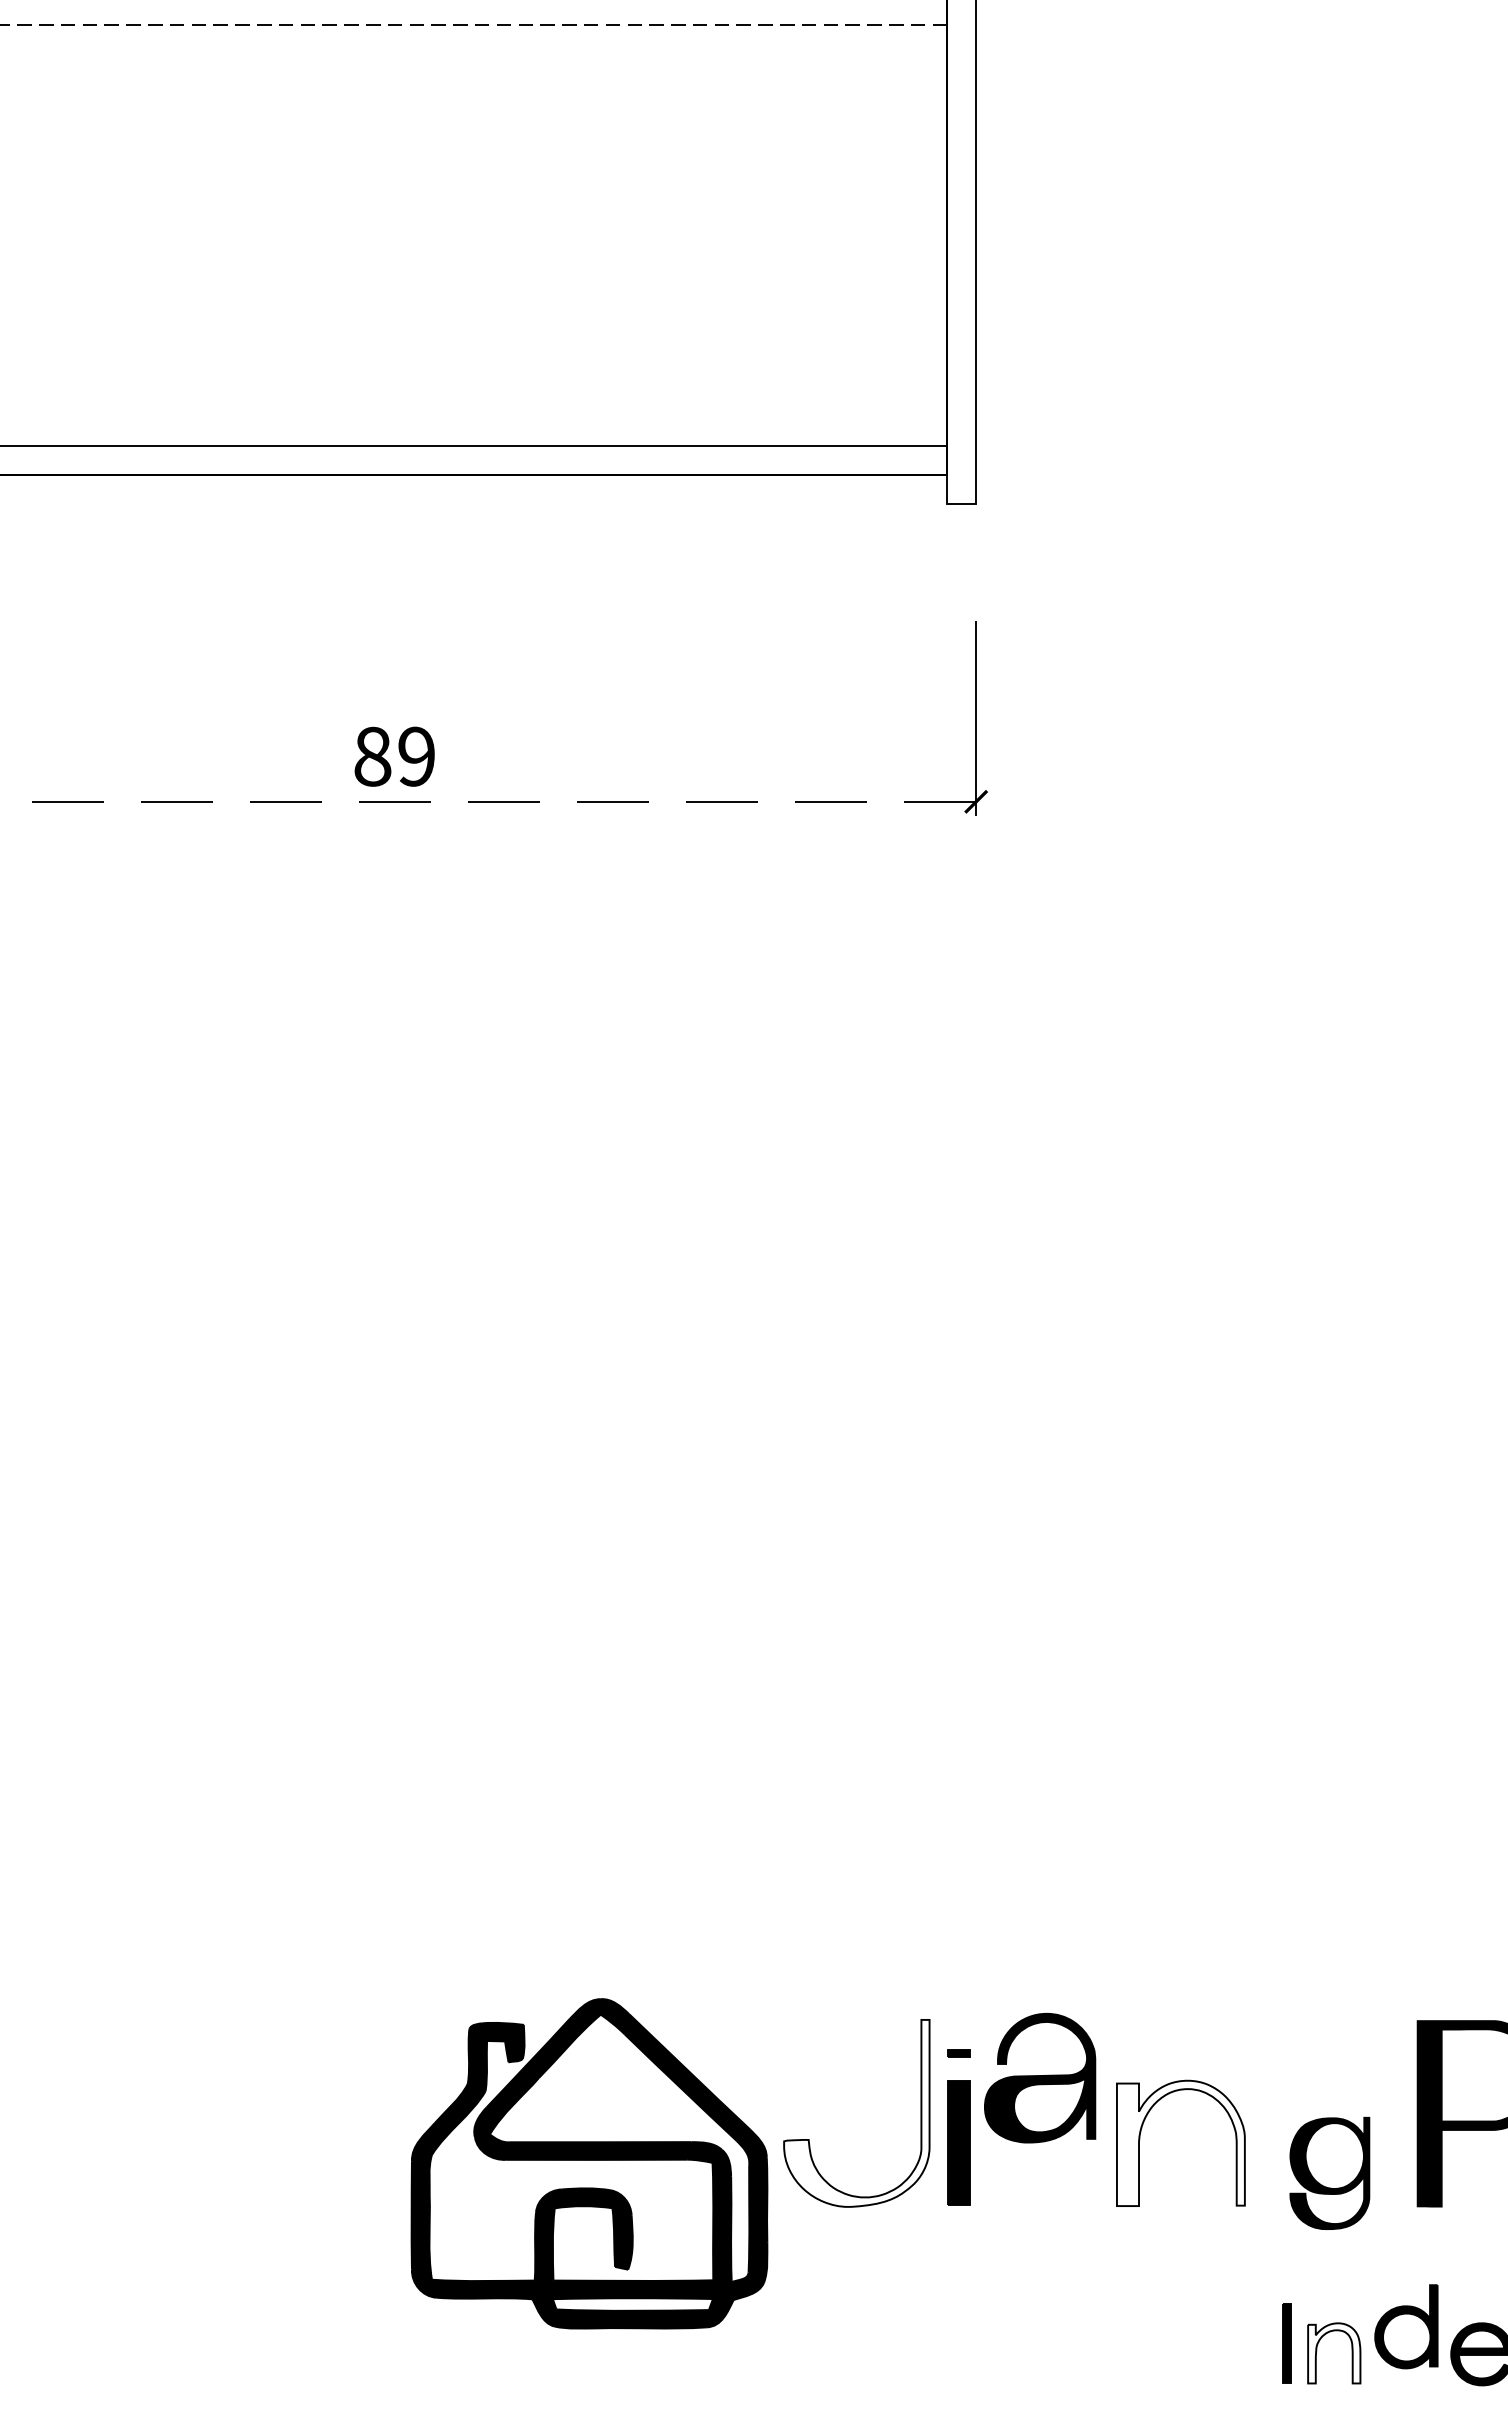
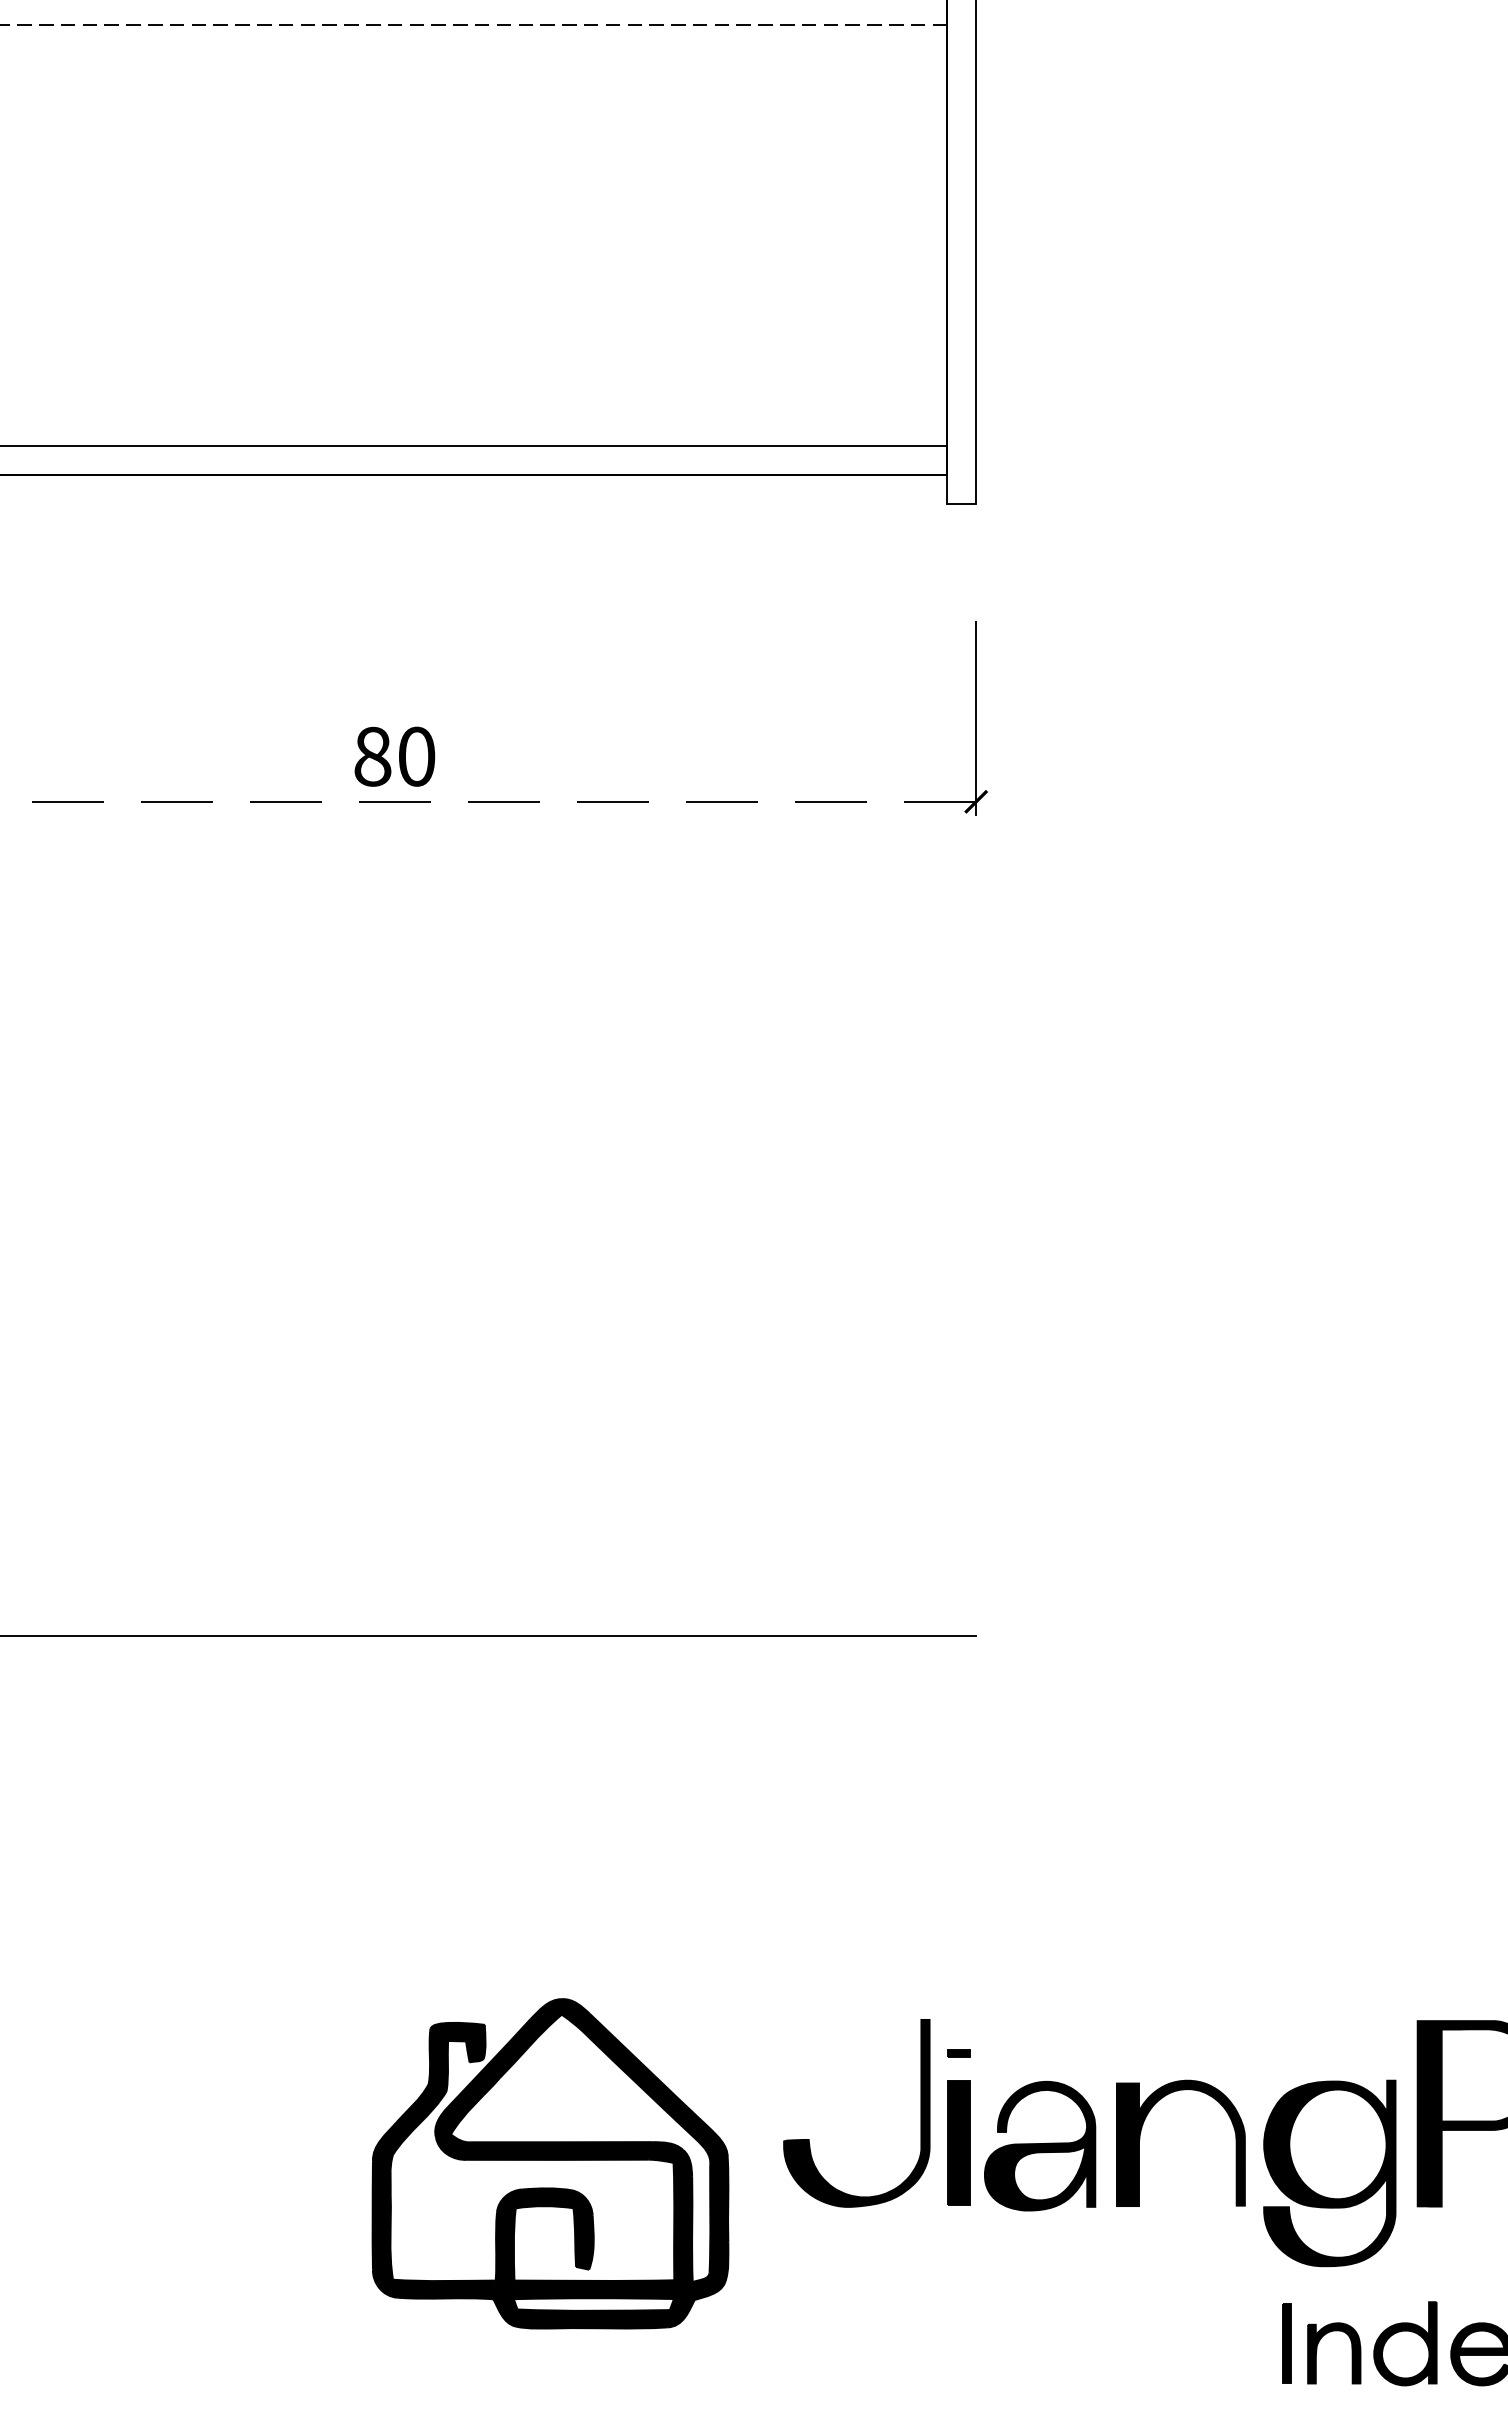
text at (416, 756): 89 -> 80
line at (489, 1635): none -> present
part at (1040, 2077) position: (1040, 2077) -> (1040, 2145)
fill at (856, 2112): none -> present
fill at (1180, 2143): none -> present
part at (589, 2163) position: (589, 2163) -> (550, 2163)
part at (1329, 2172) size: 82x114 px -> 134x189 px
part at (1406, 2326) position: (1406, 2326) -> (1405, 2343)
fill at (1334, 2353): none -> present
